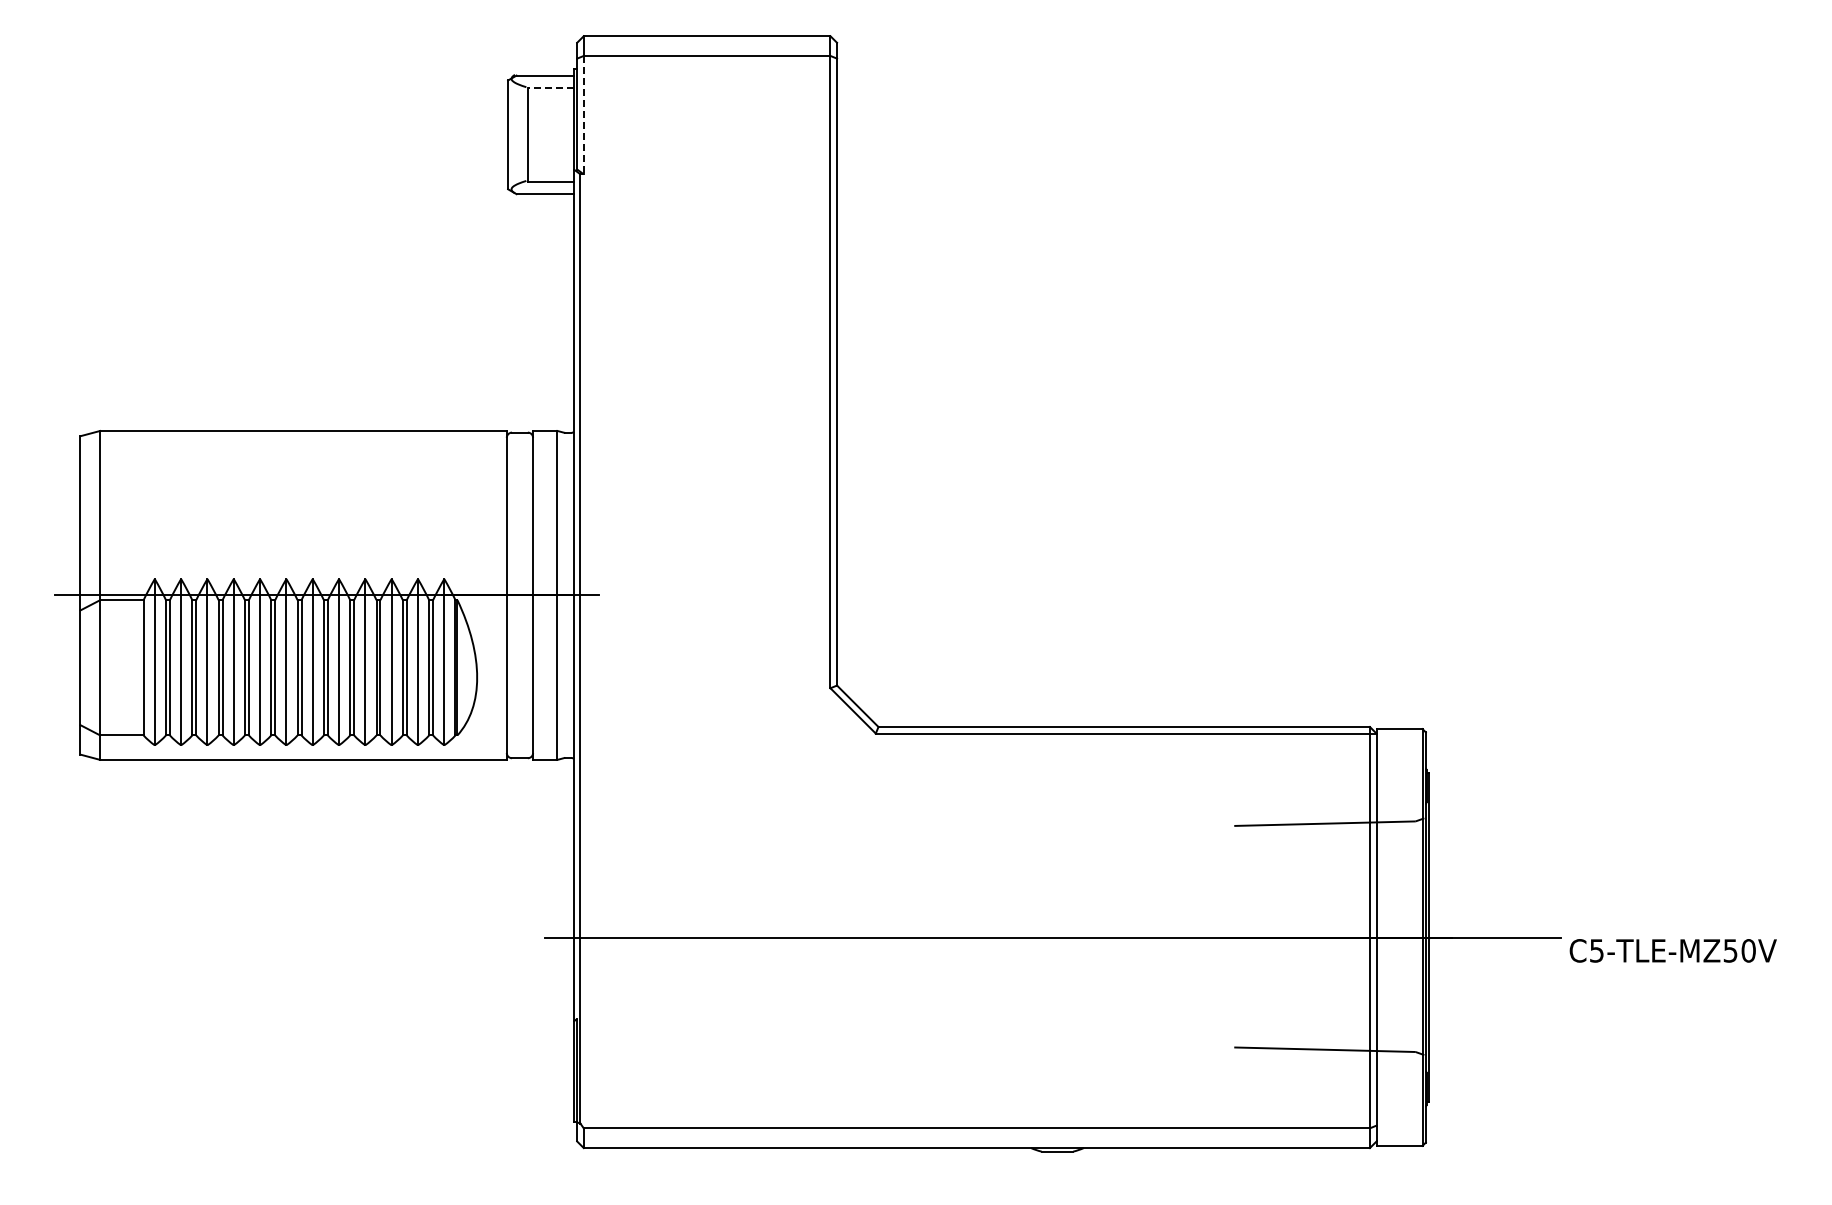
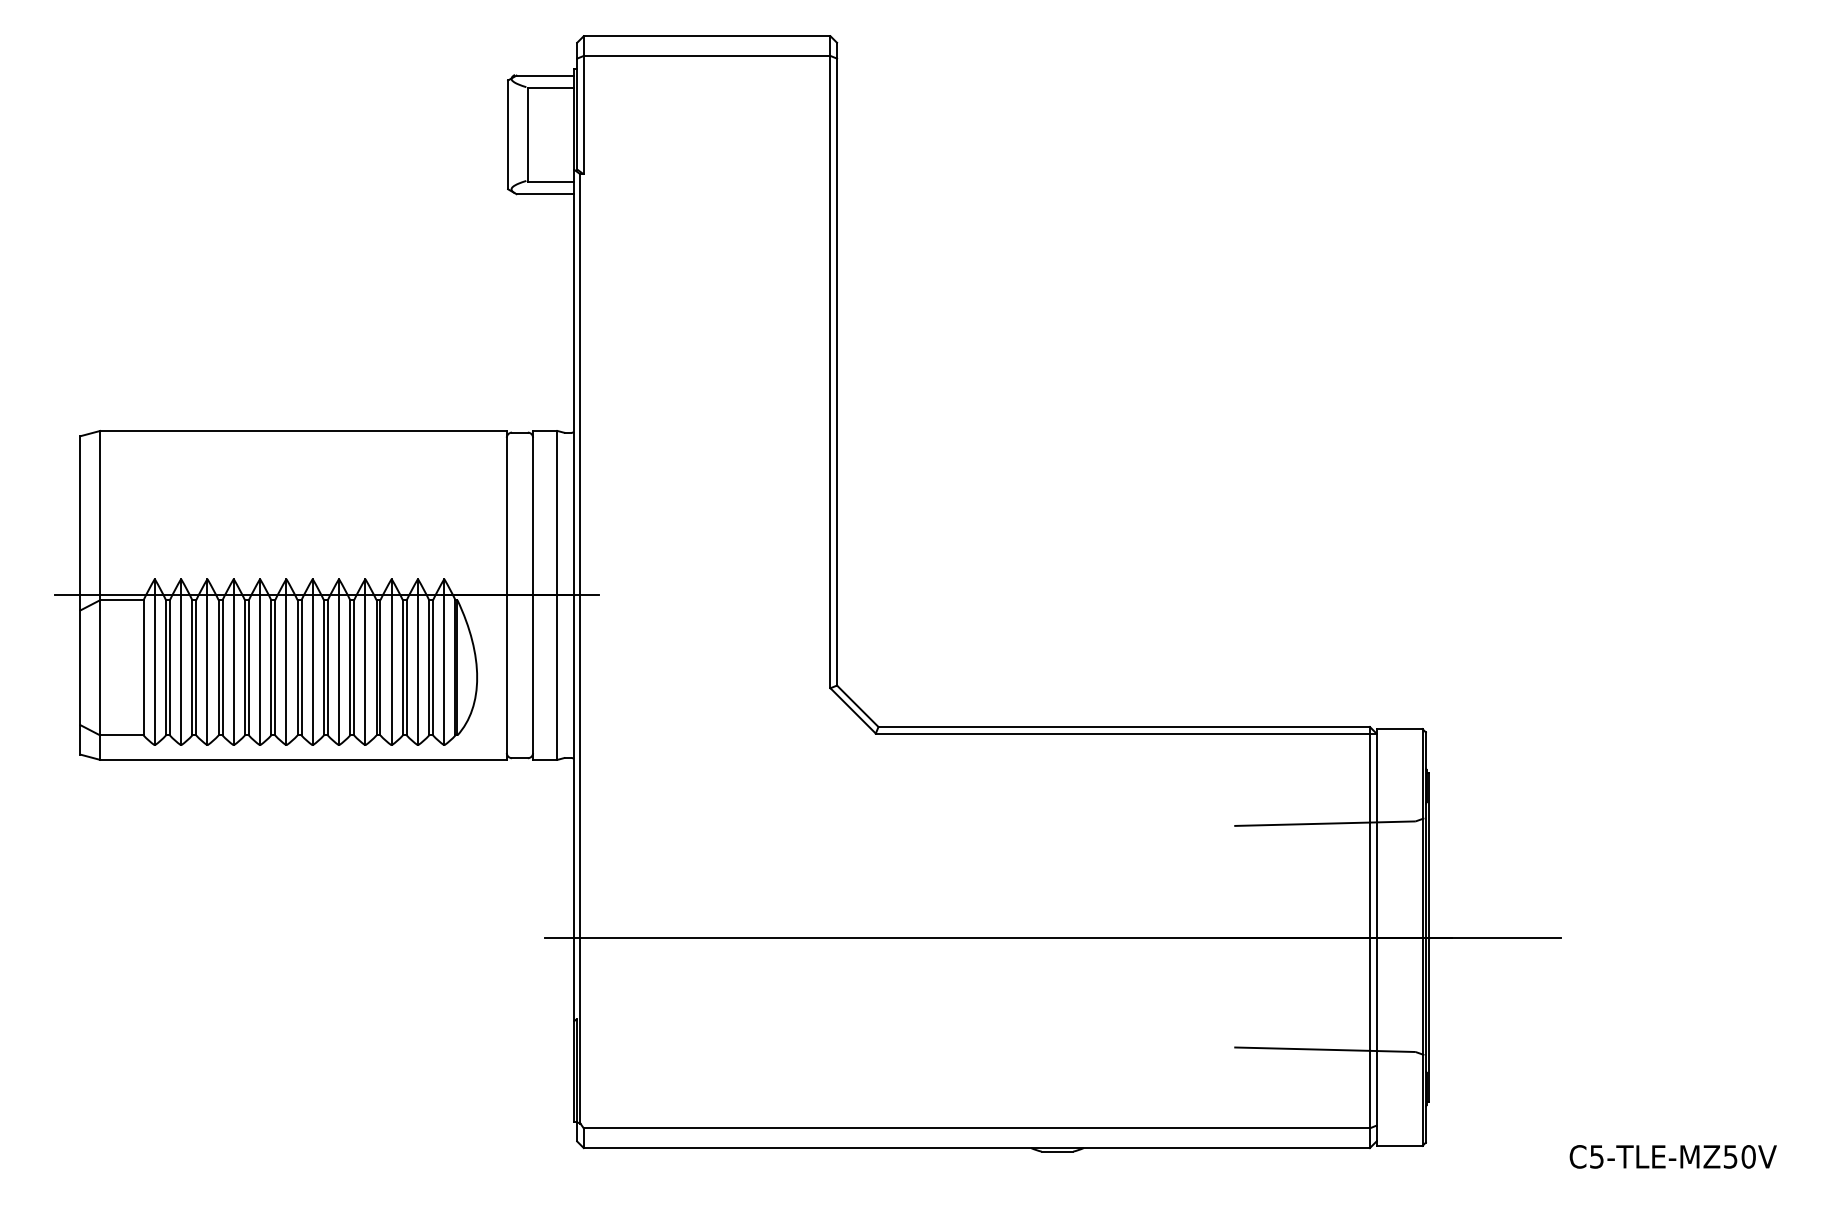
line at (550, 87): dashed -> solid
line at (583, 115): dashed -> solid
text at (1672, 950) position: (1672, 950) -> (1672, 1156)
